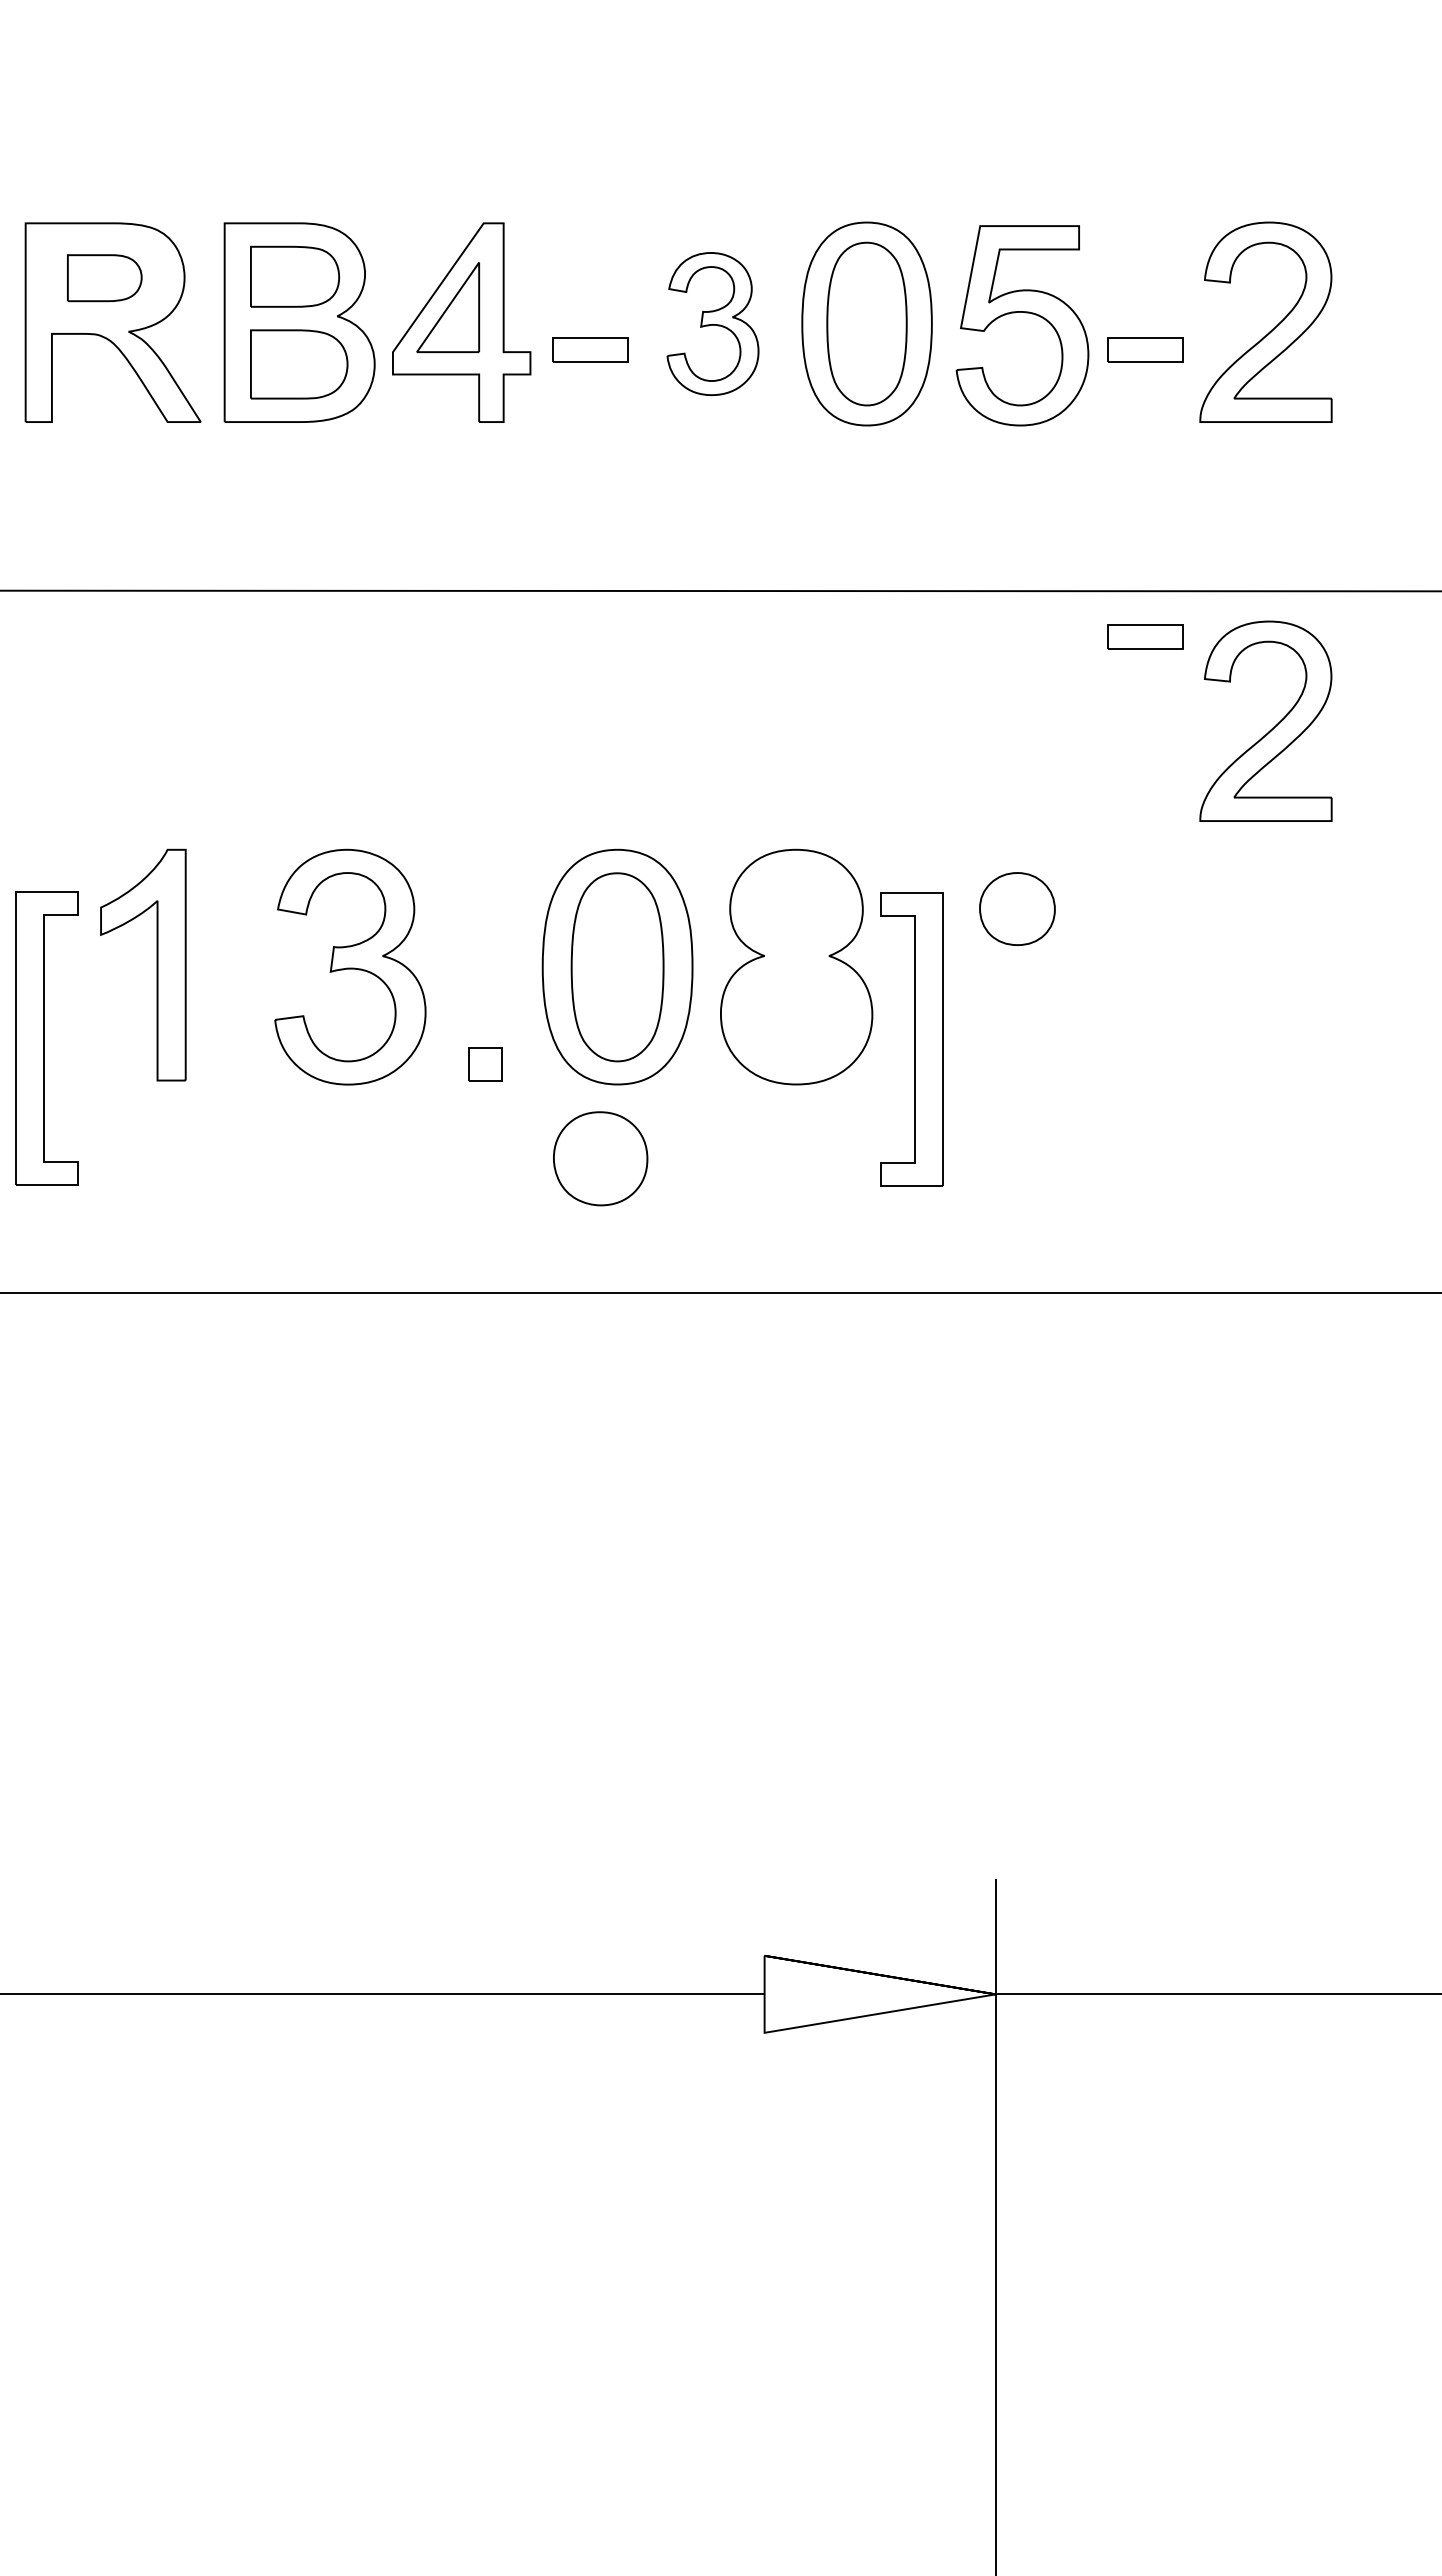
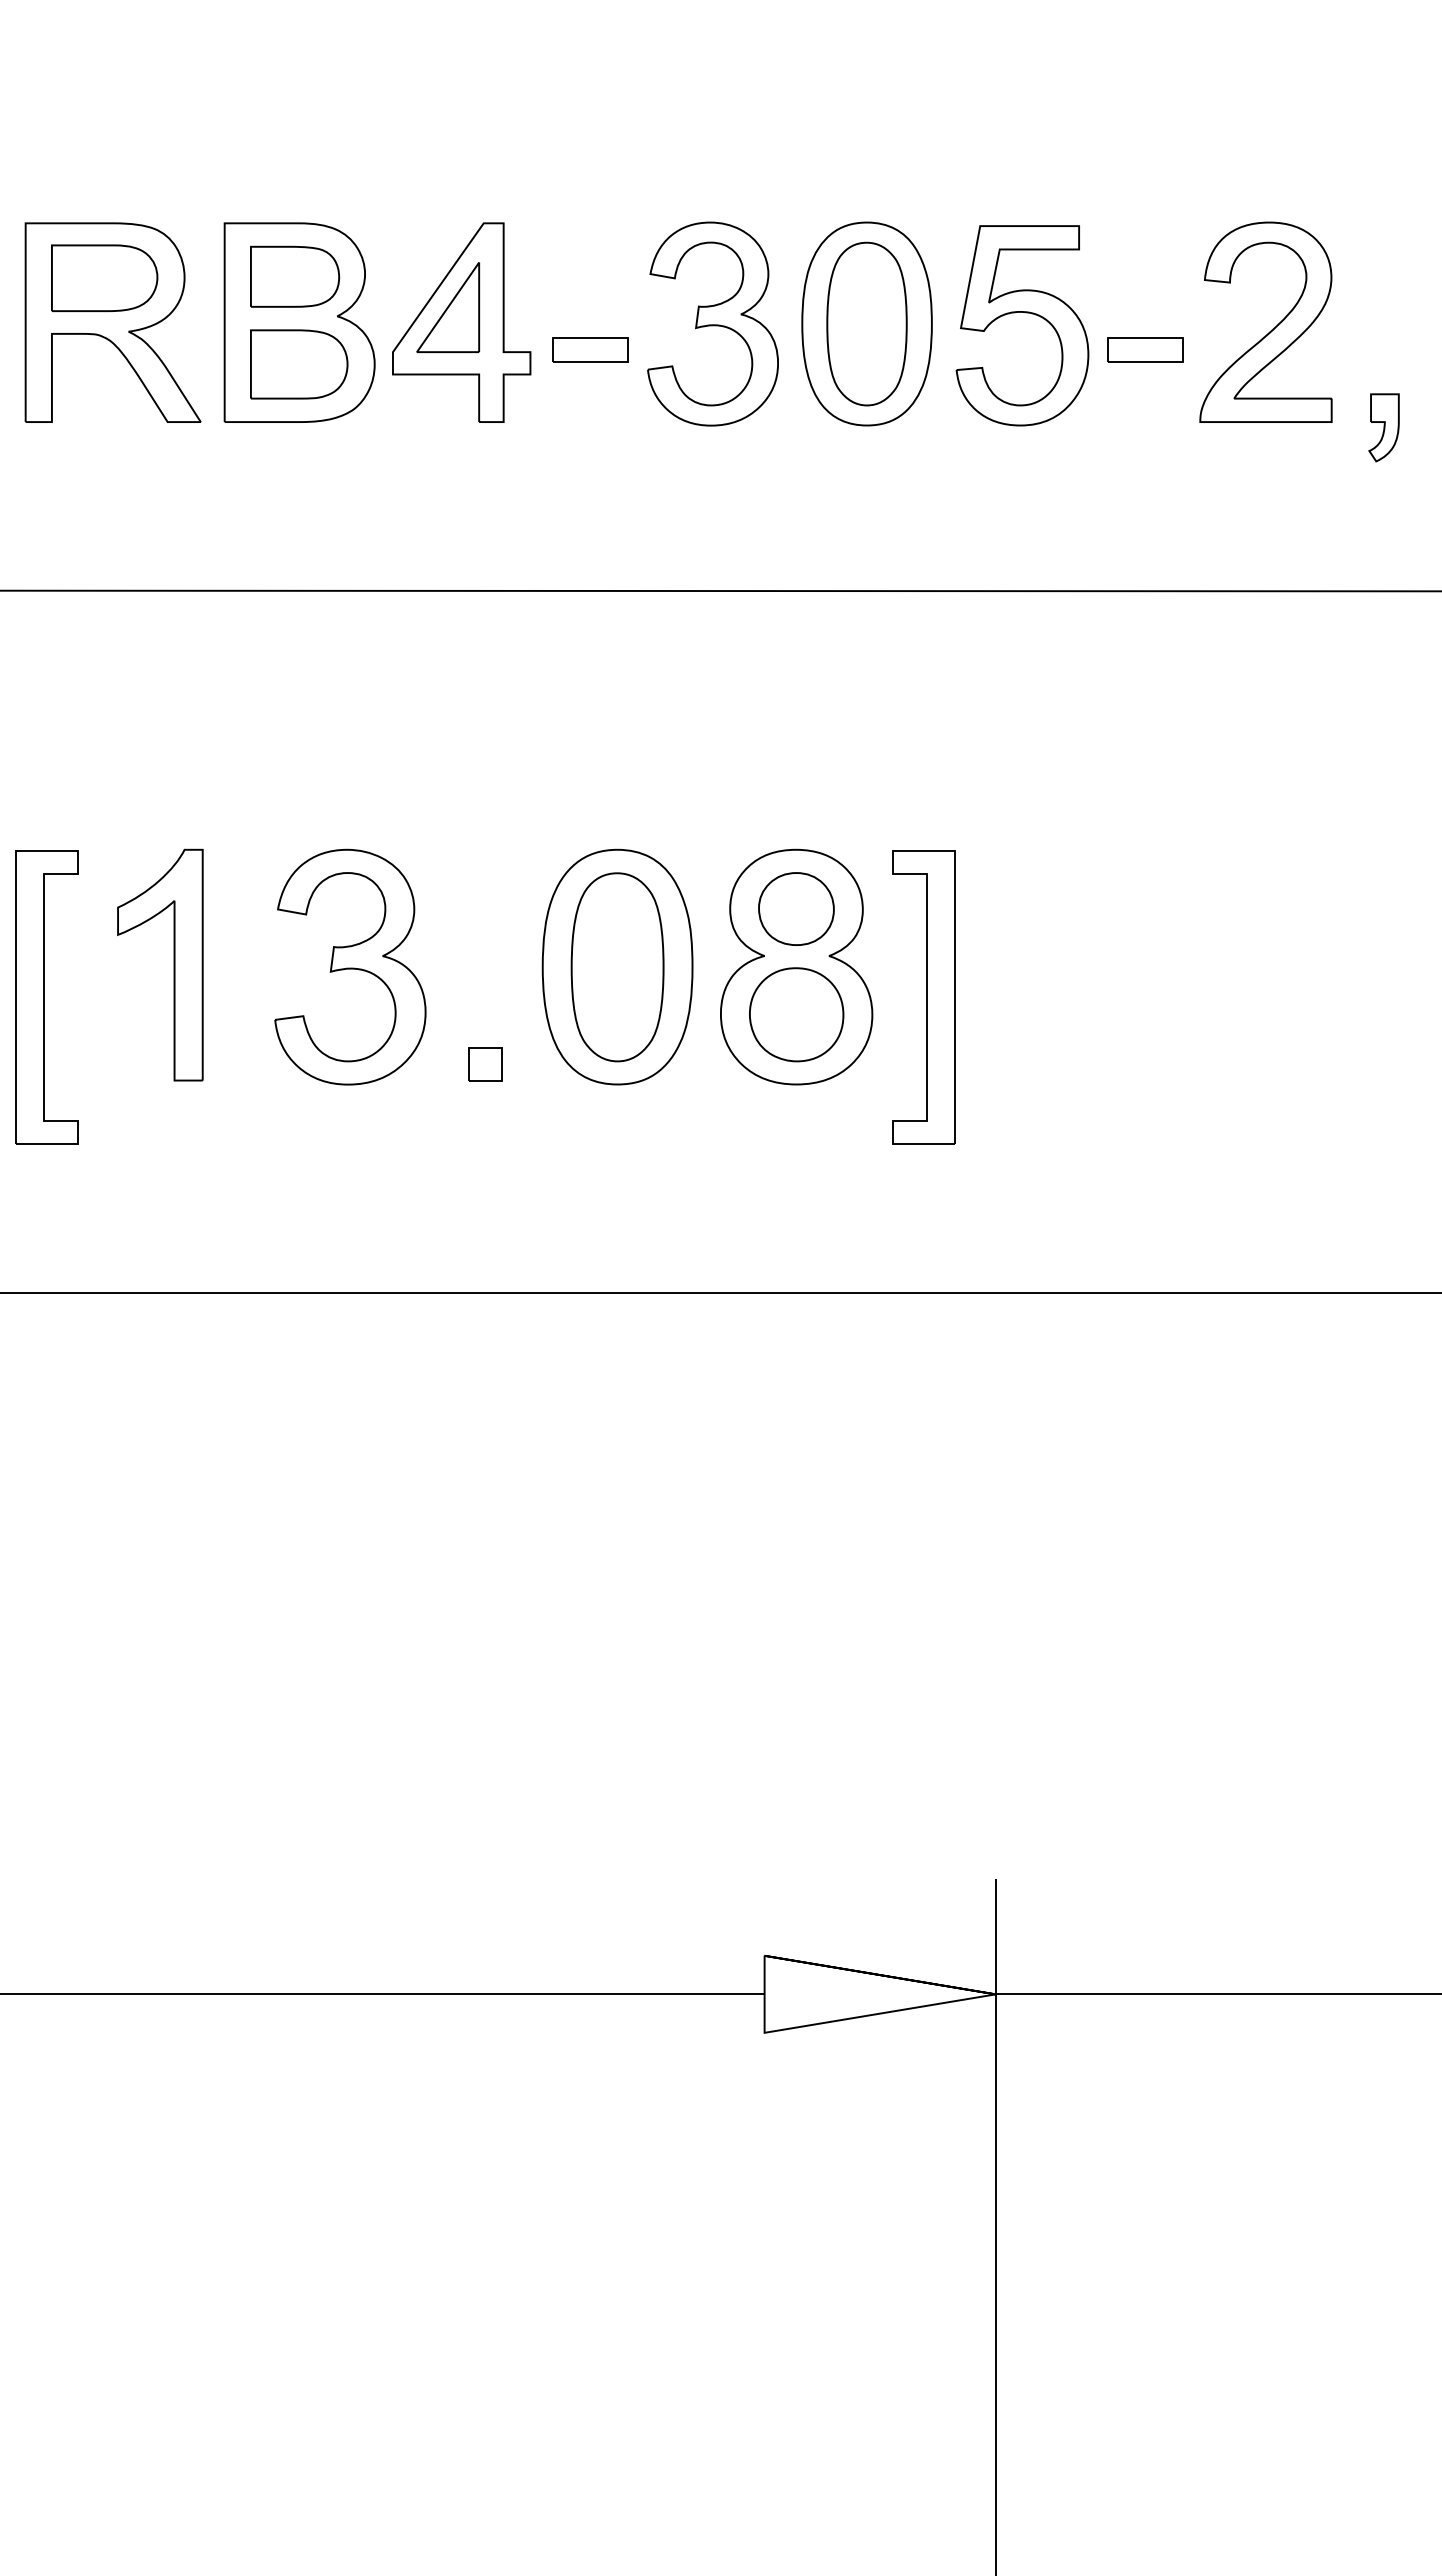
part at (104, 278) size: 76x49 px -> 108x68 px
part at (712, 323) size: 94x144 px -> 132x206 px
part at (1383, 427): none -> present
part at (1145, 636): present -> none
part at (1271, 728): present -> none
part at (1017, 908) position: (1017, 908) -> (796, 908)
part at (156, 964) position: (156, 964) -> (173, 964)
part at (46, 1038) position: (46, 1038) -> (46, 997)
part at (911, 1039) position: (911, 1039) -> (923, 997)
part at (600, 1158) position: (600, 1158) -> (796, 1014)
